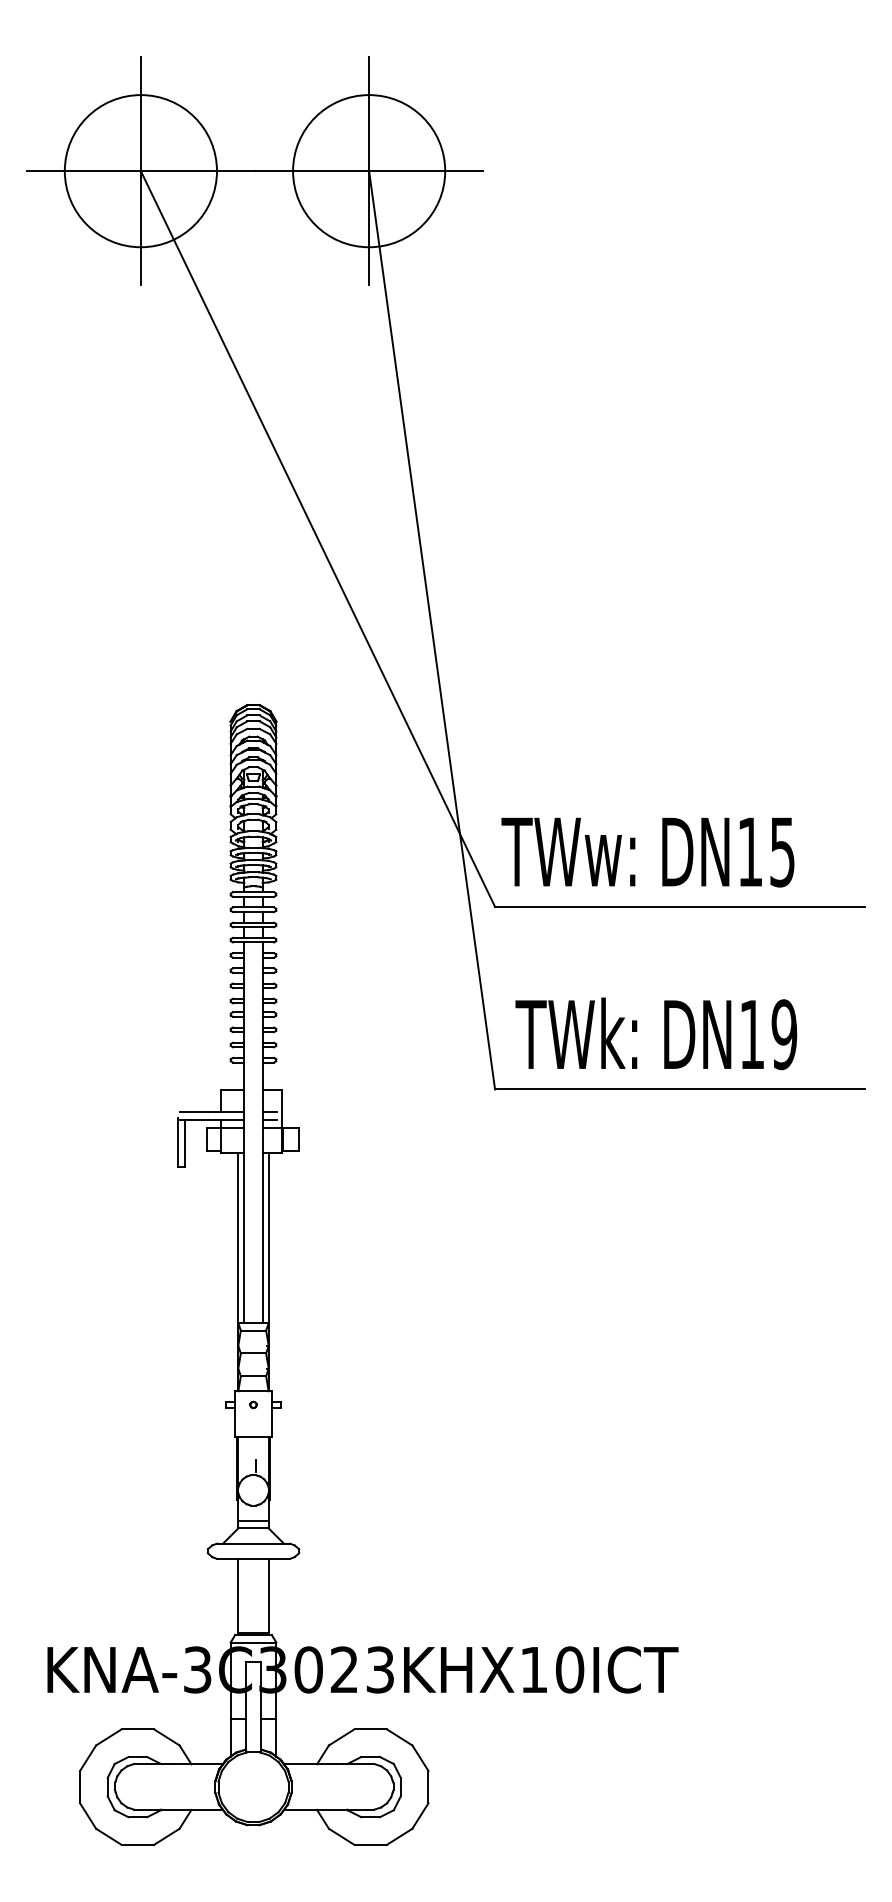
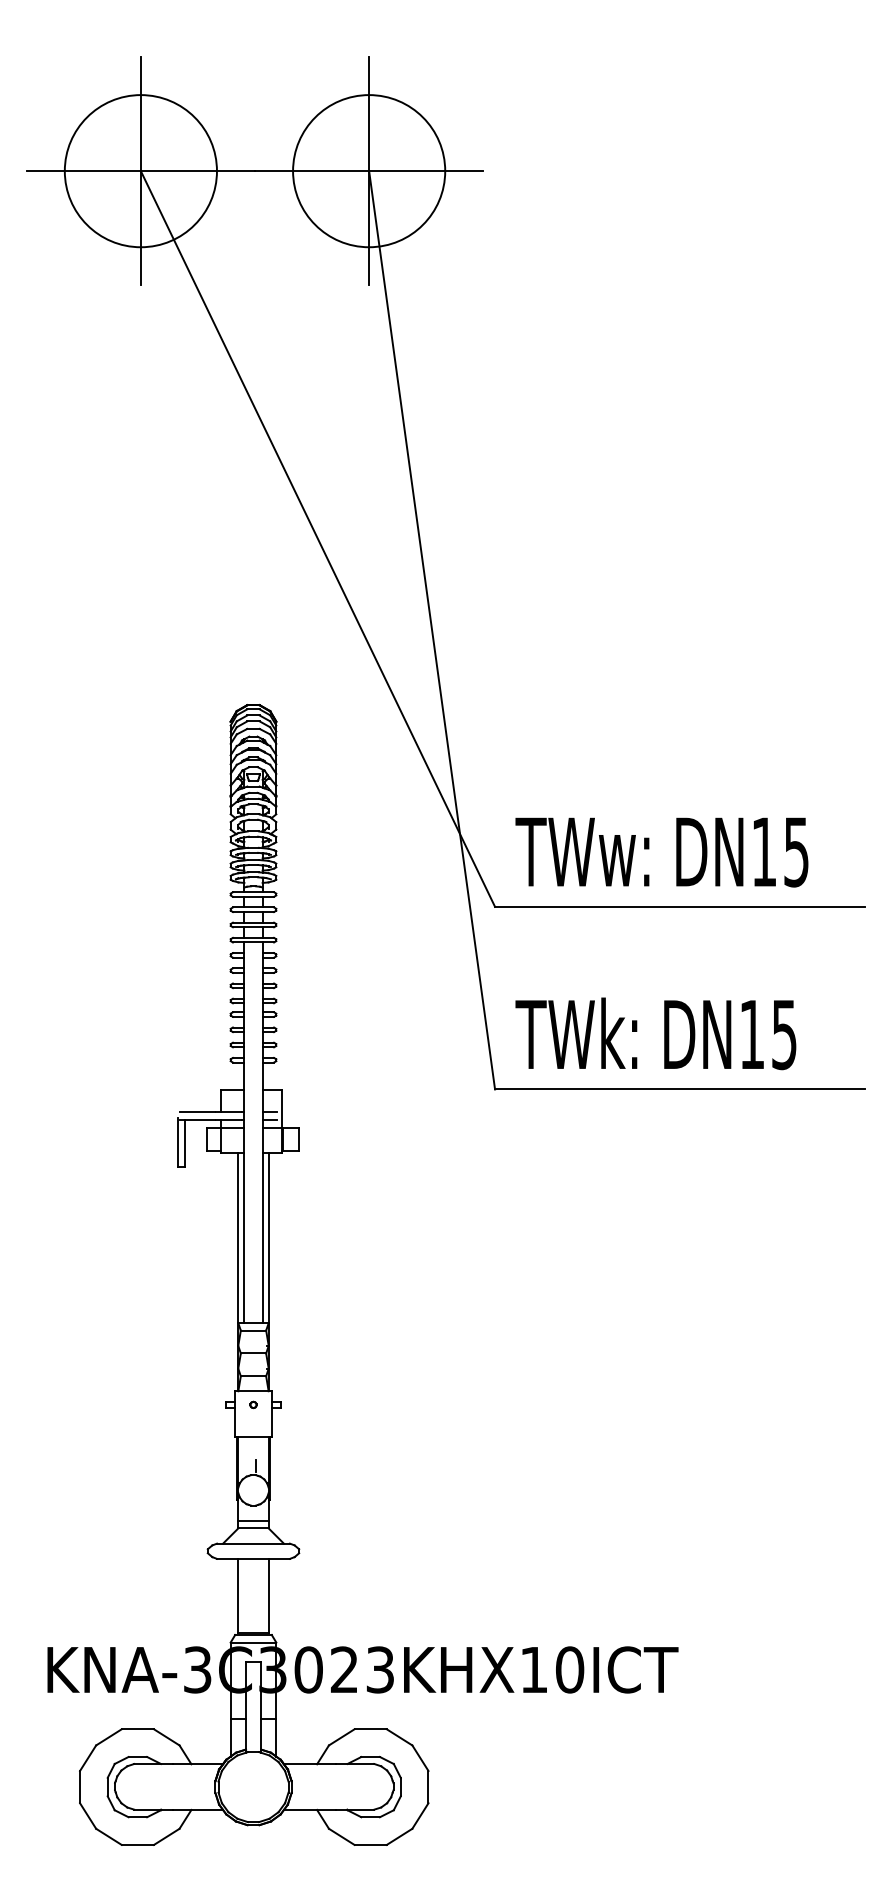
text at (647, 852) position: (647, 852) -> (661, 852)
text at (784, 1034): DN19 -> DN15
